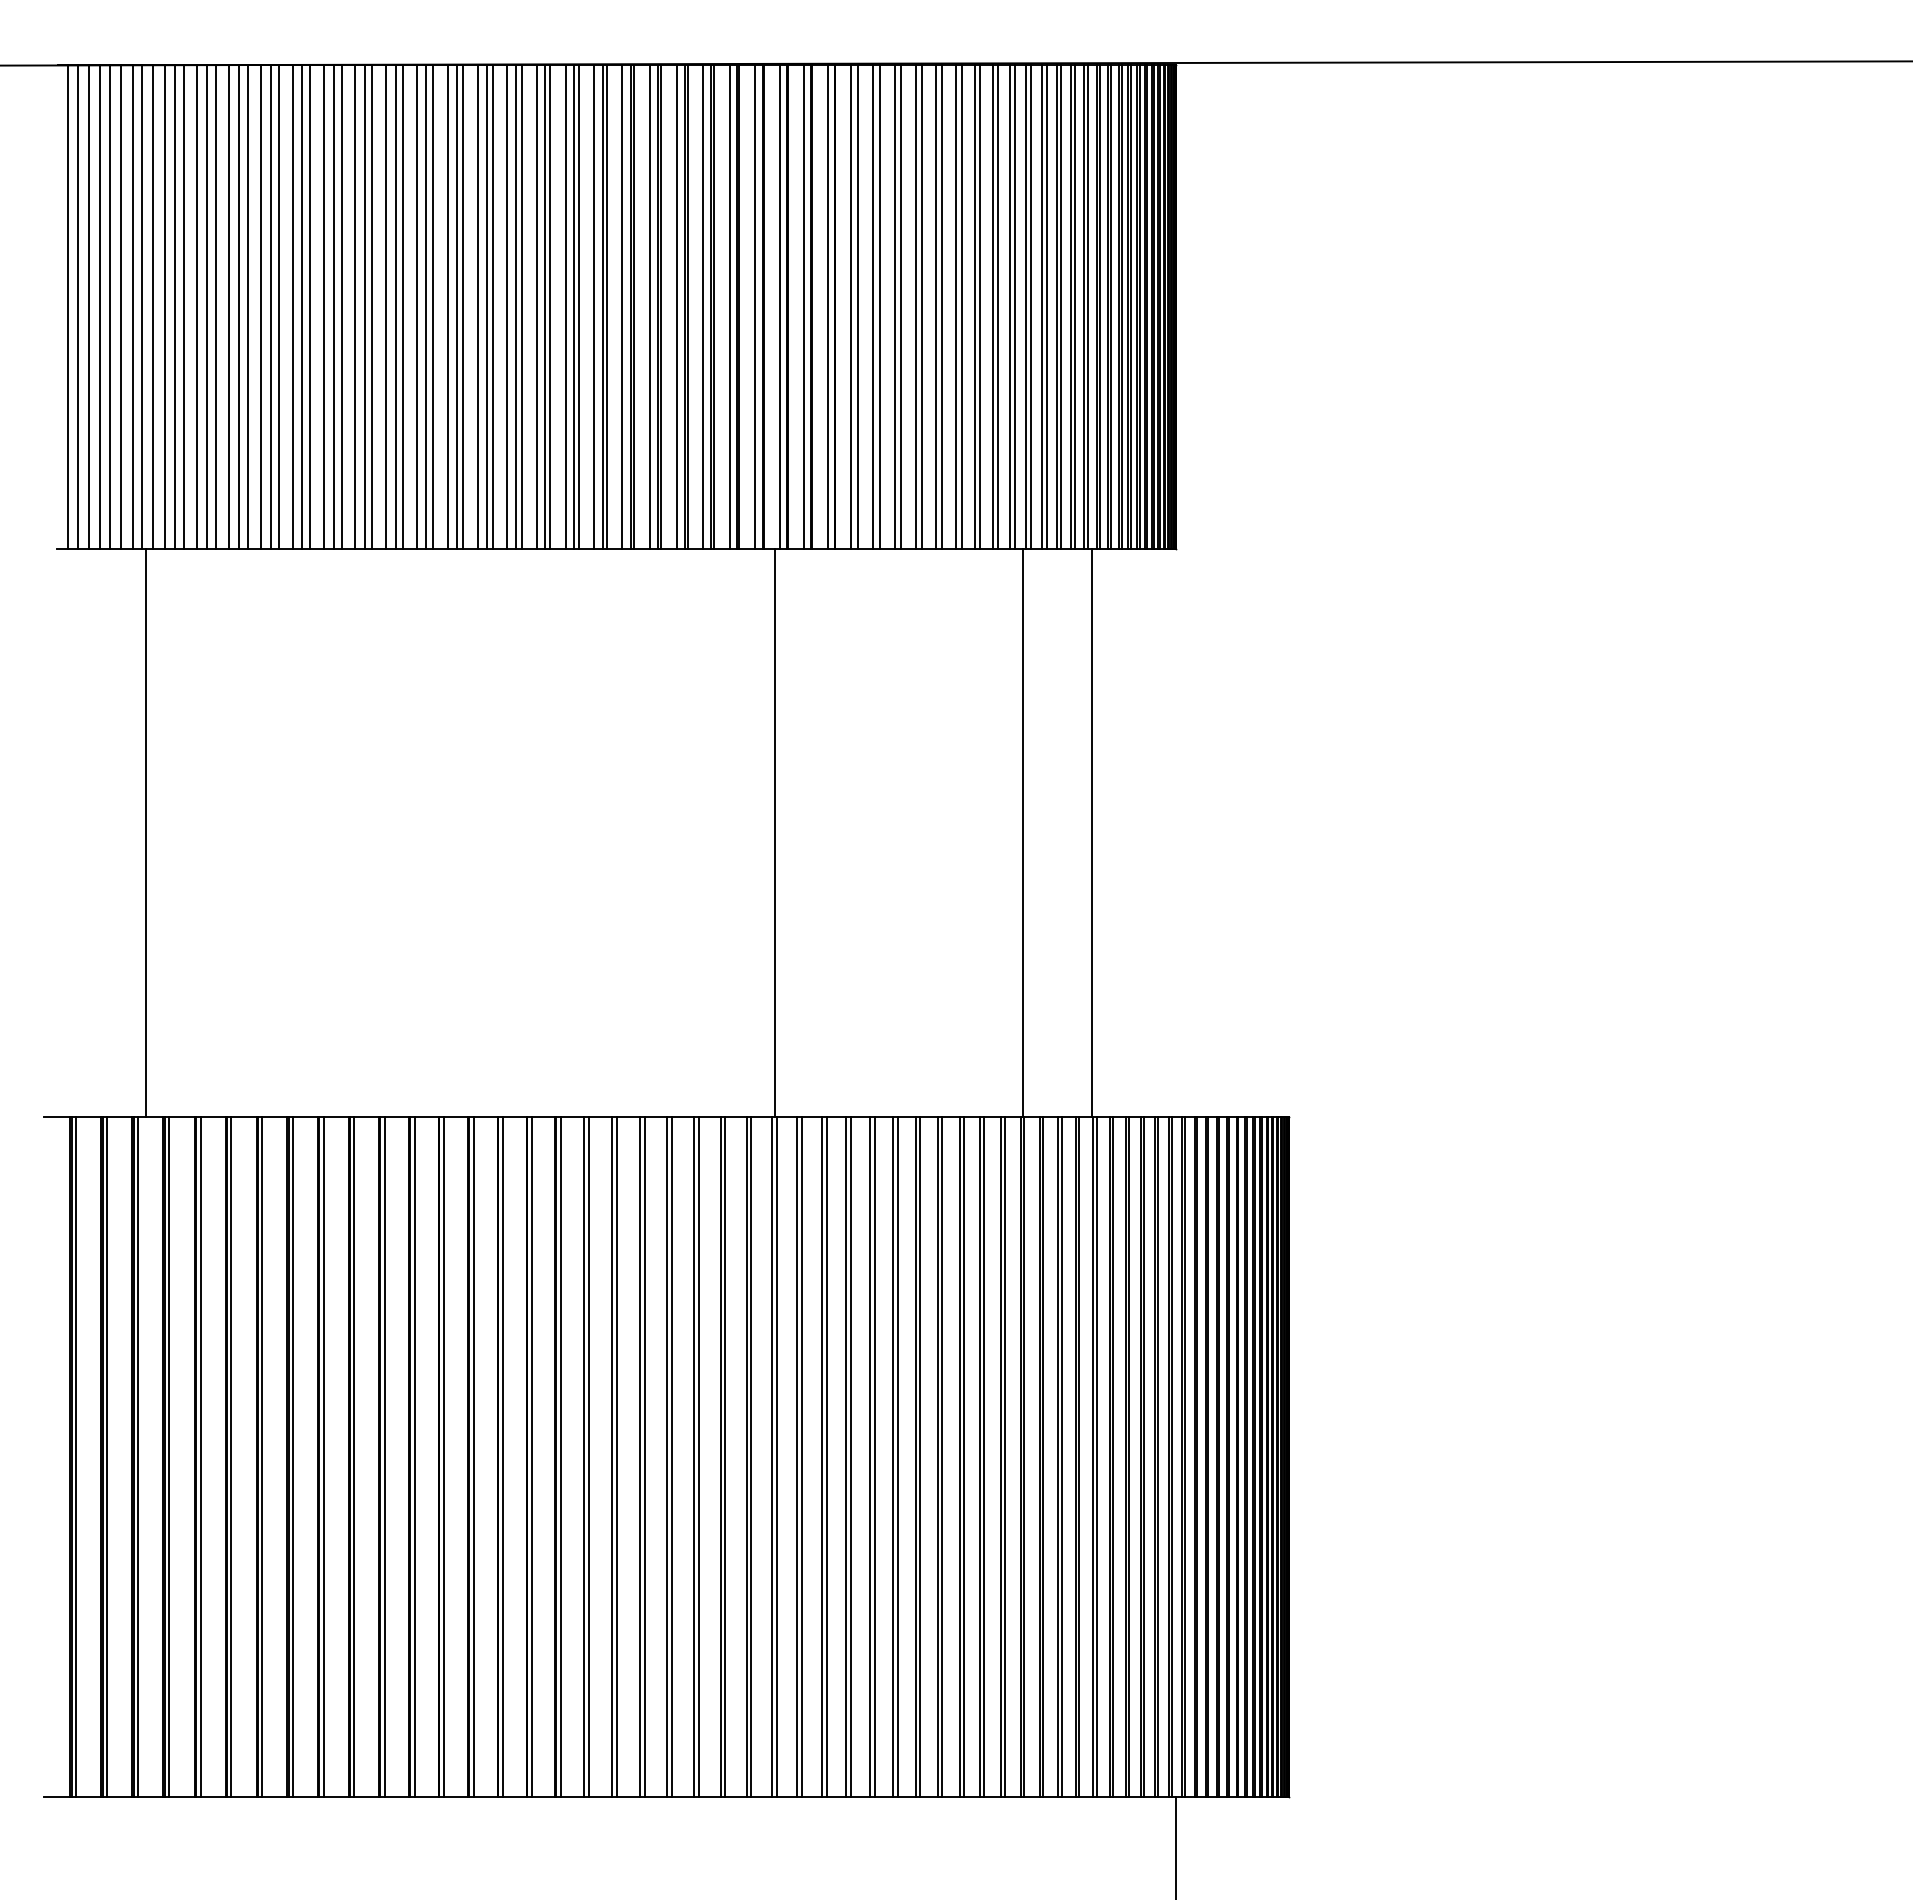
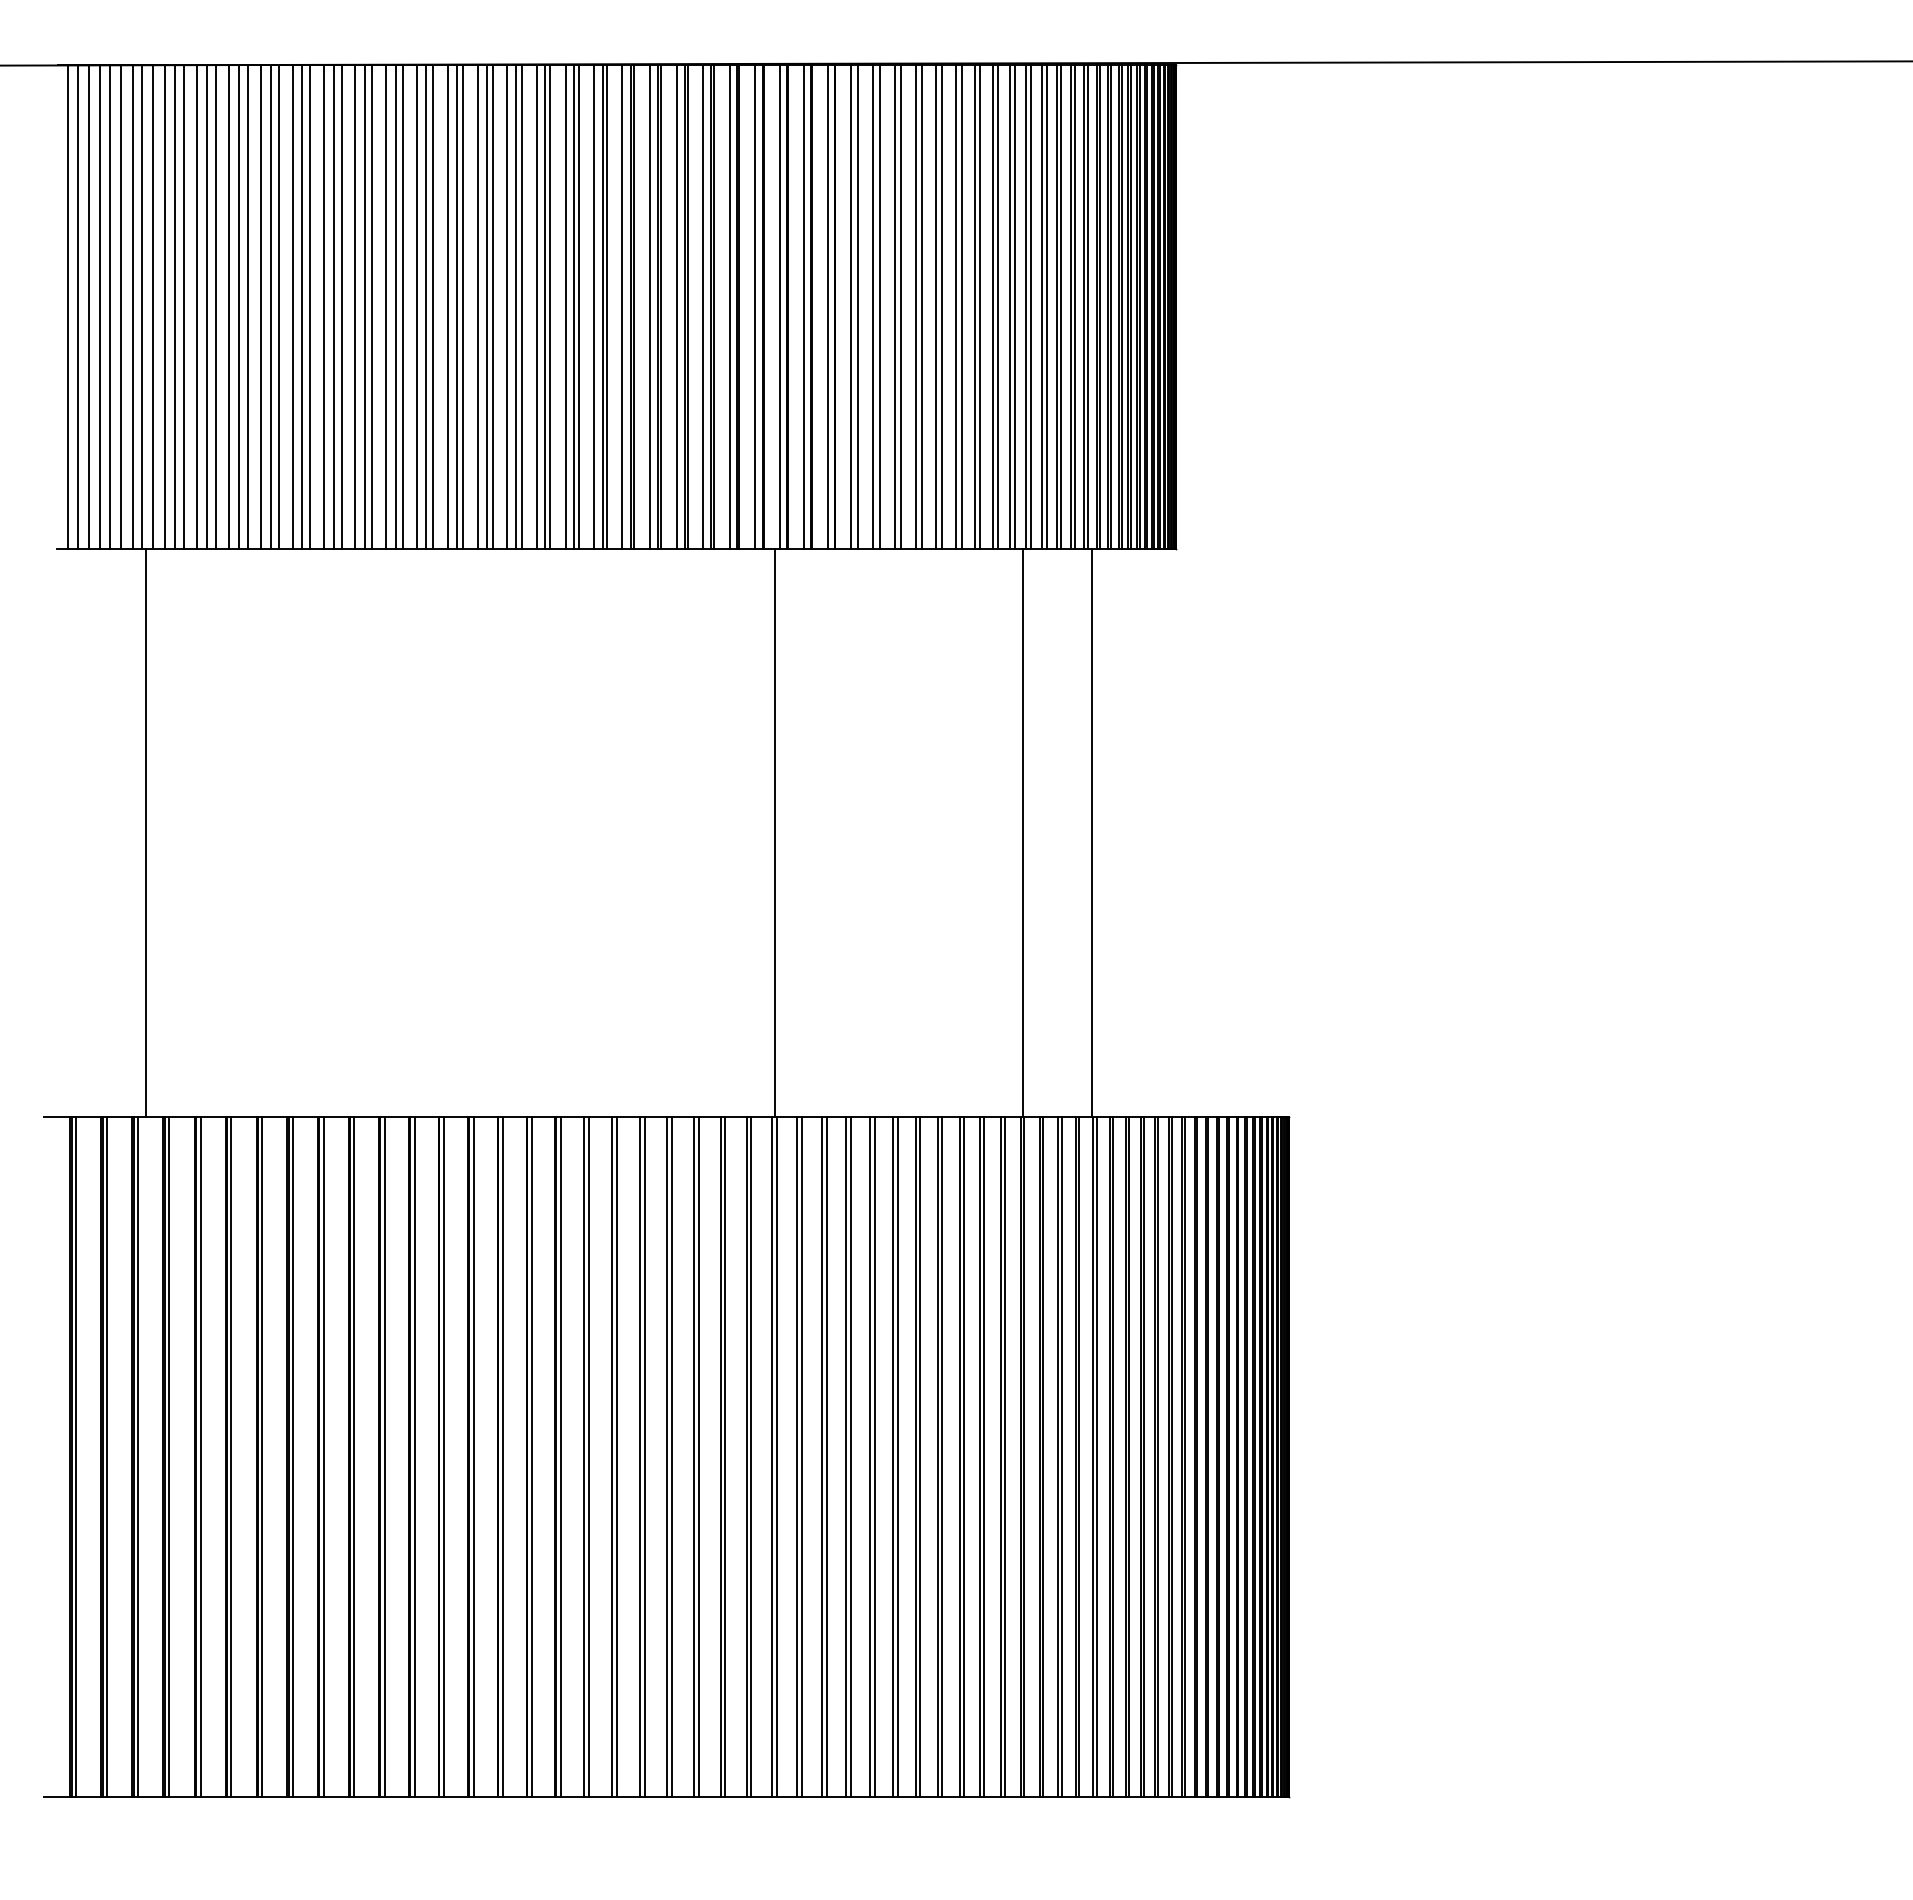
line at (1176, 1846): present -> none
